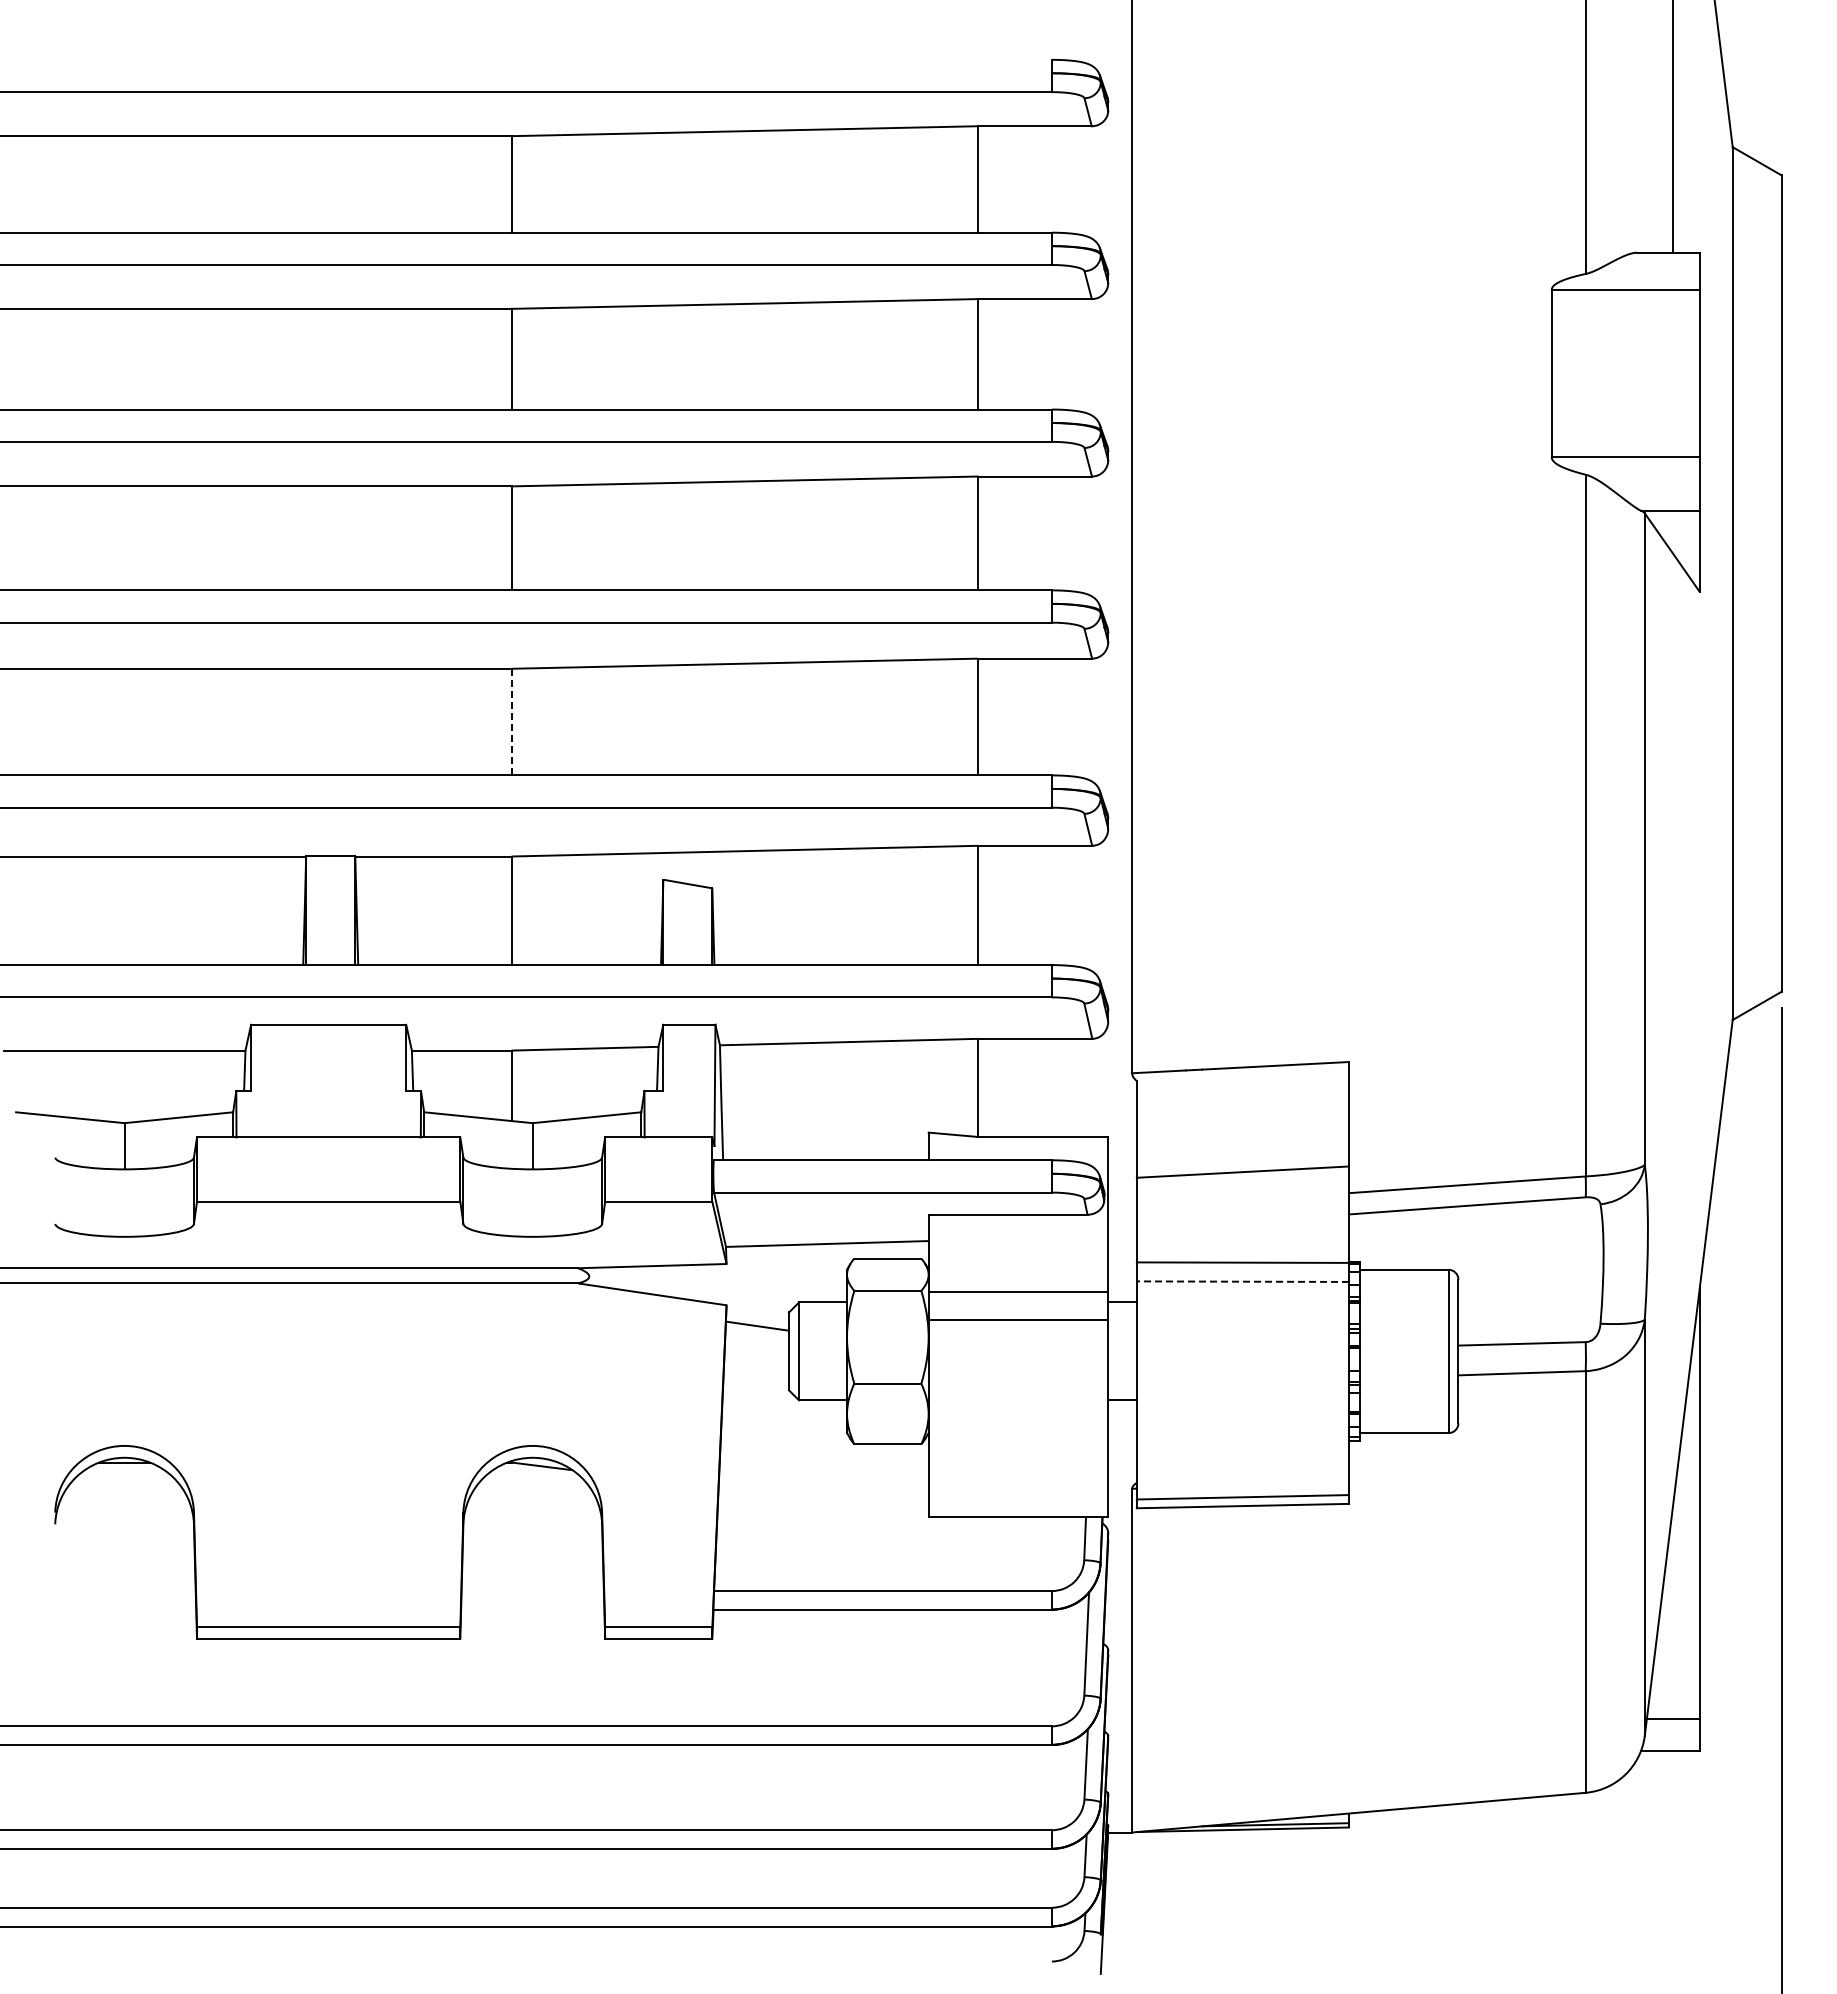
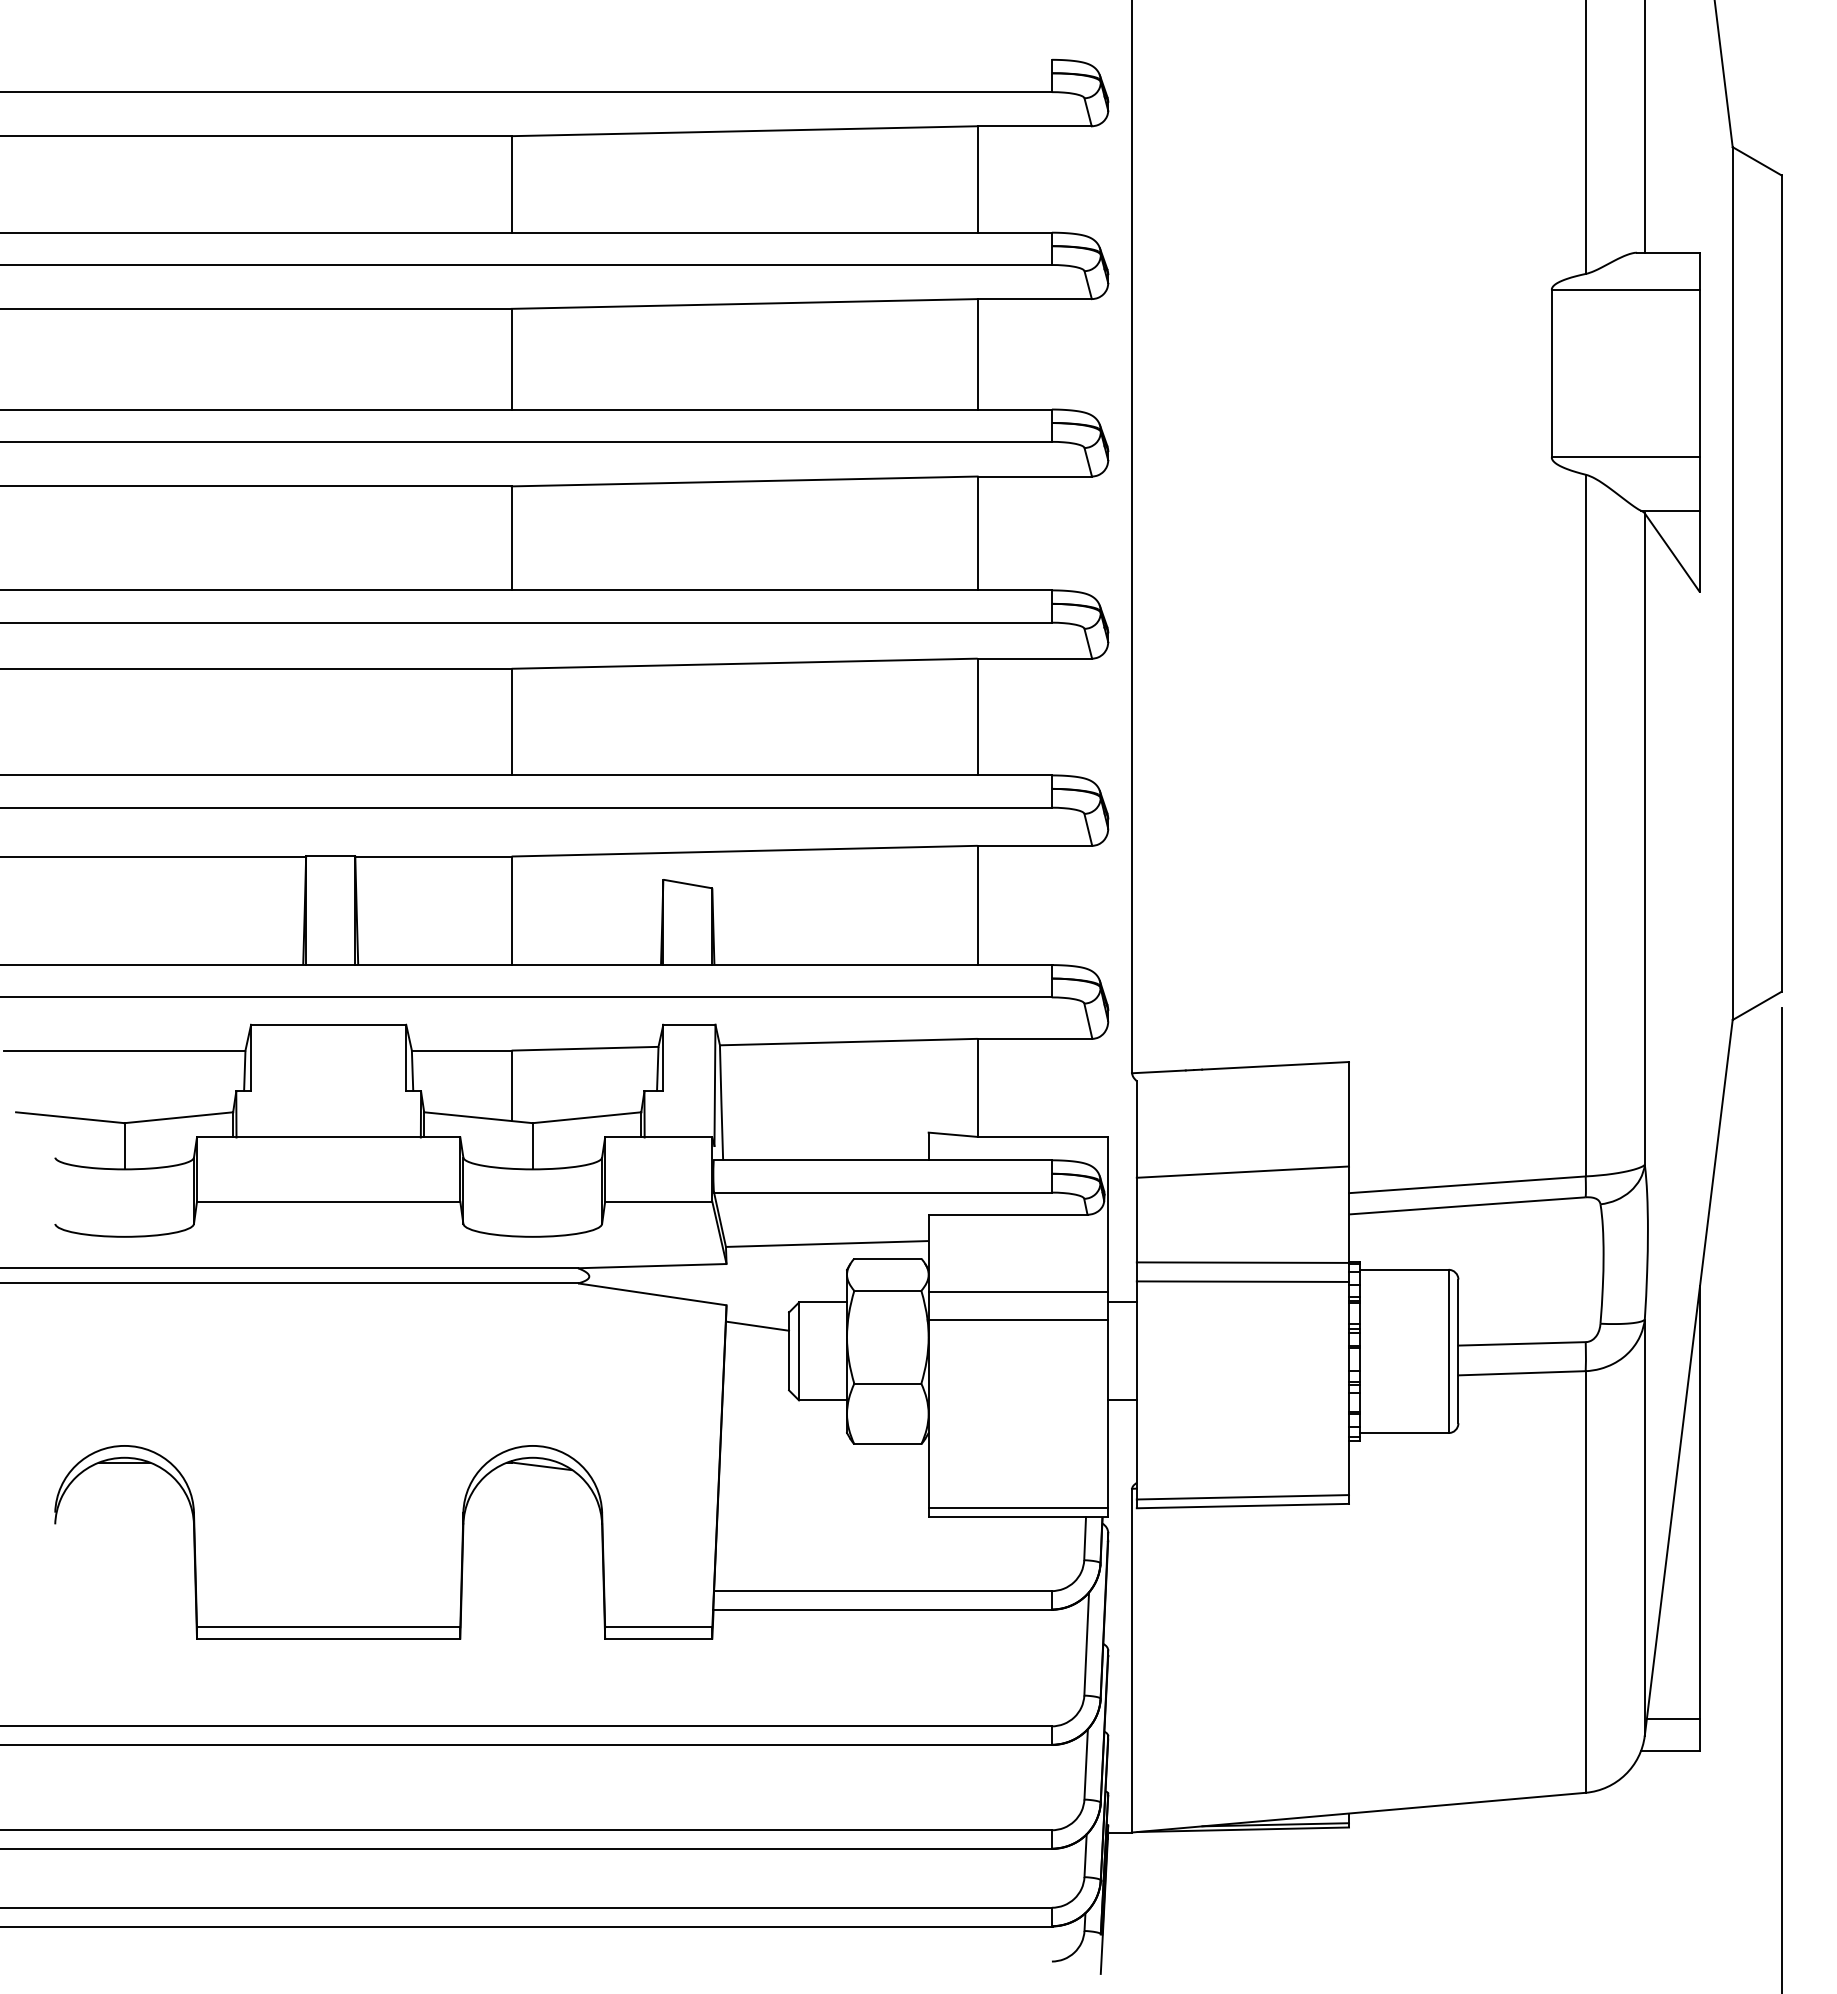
line at (1672, 127) position: (1672, 127) -> (1644, 127)
line at (511, 722): dashed -> solid
line at (1242, 1281): dashed -> solid
line at (1018, 1508): none -> present
